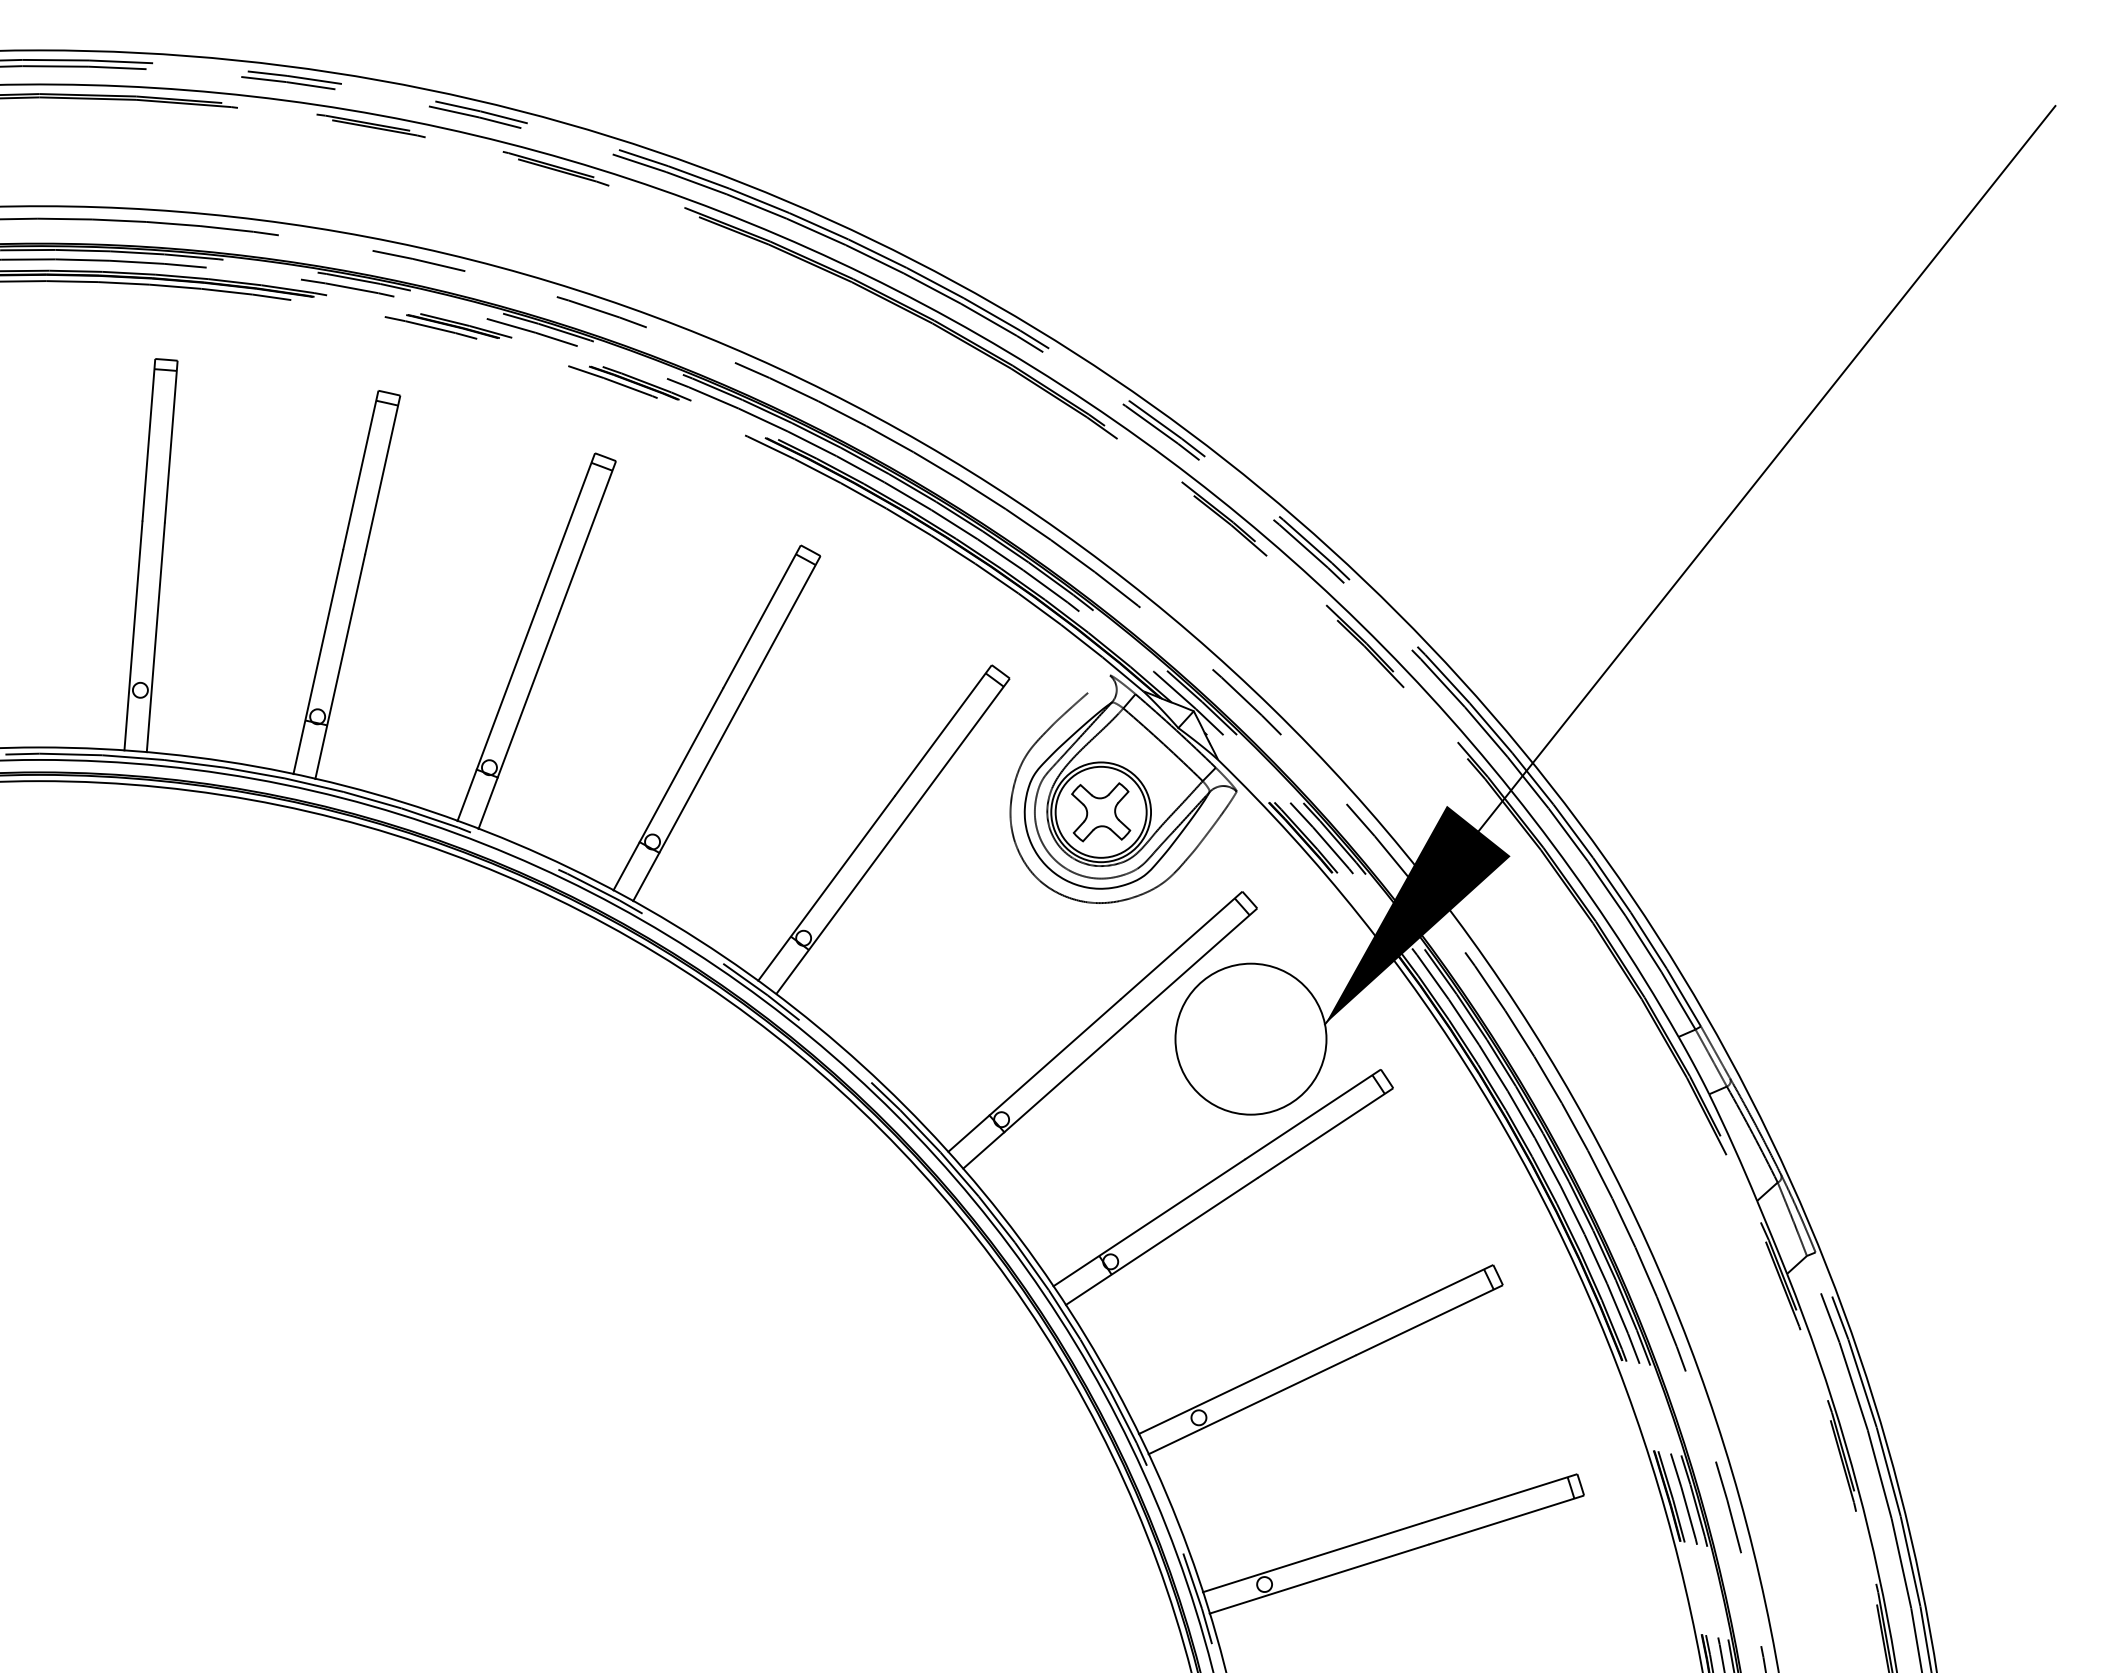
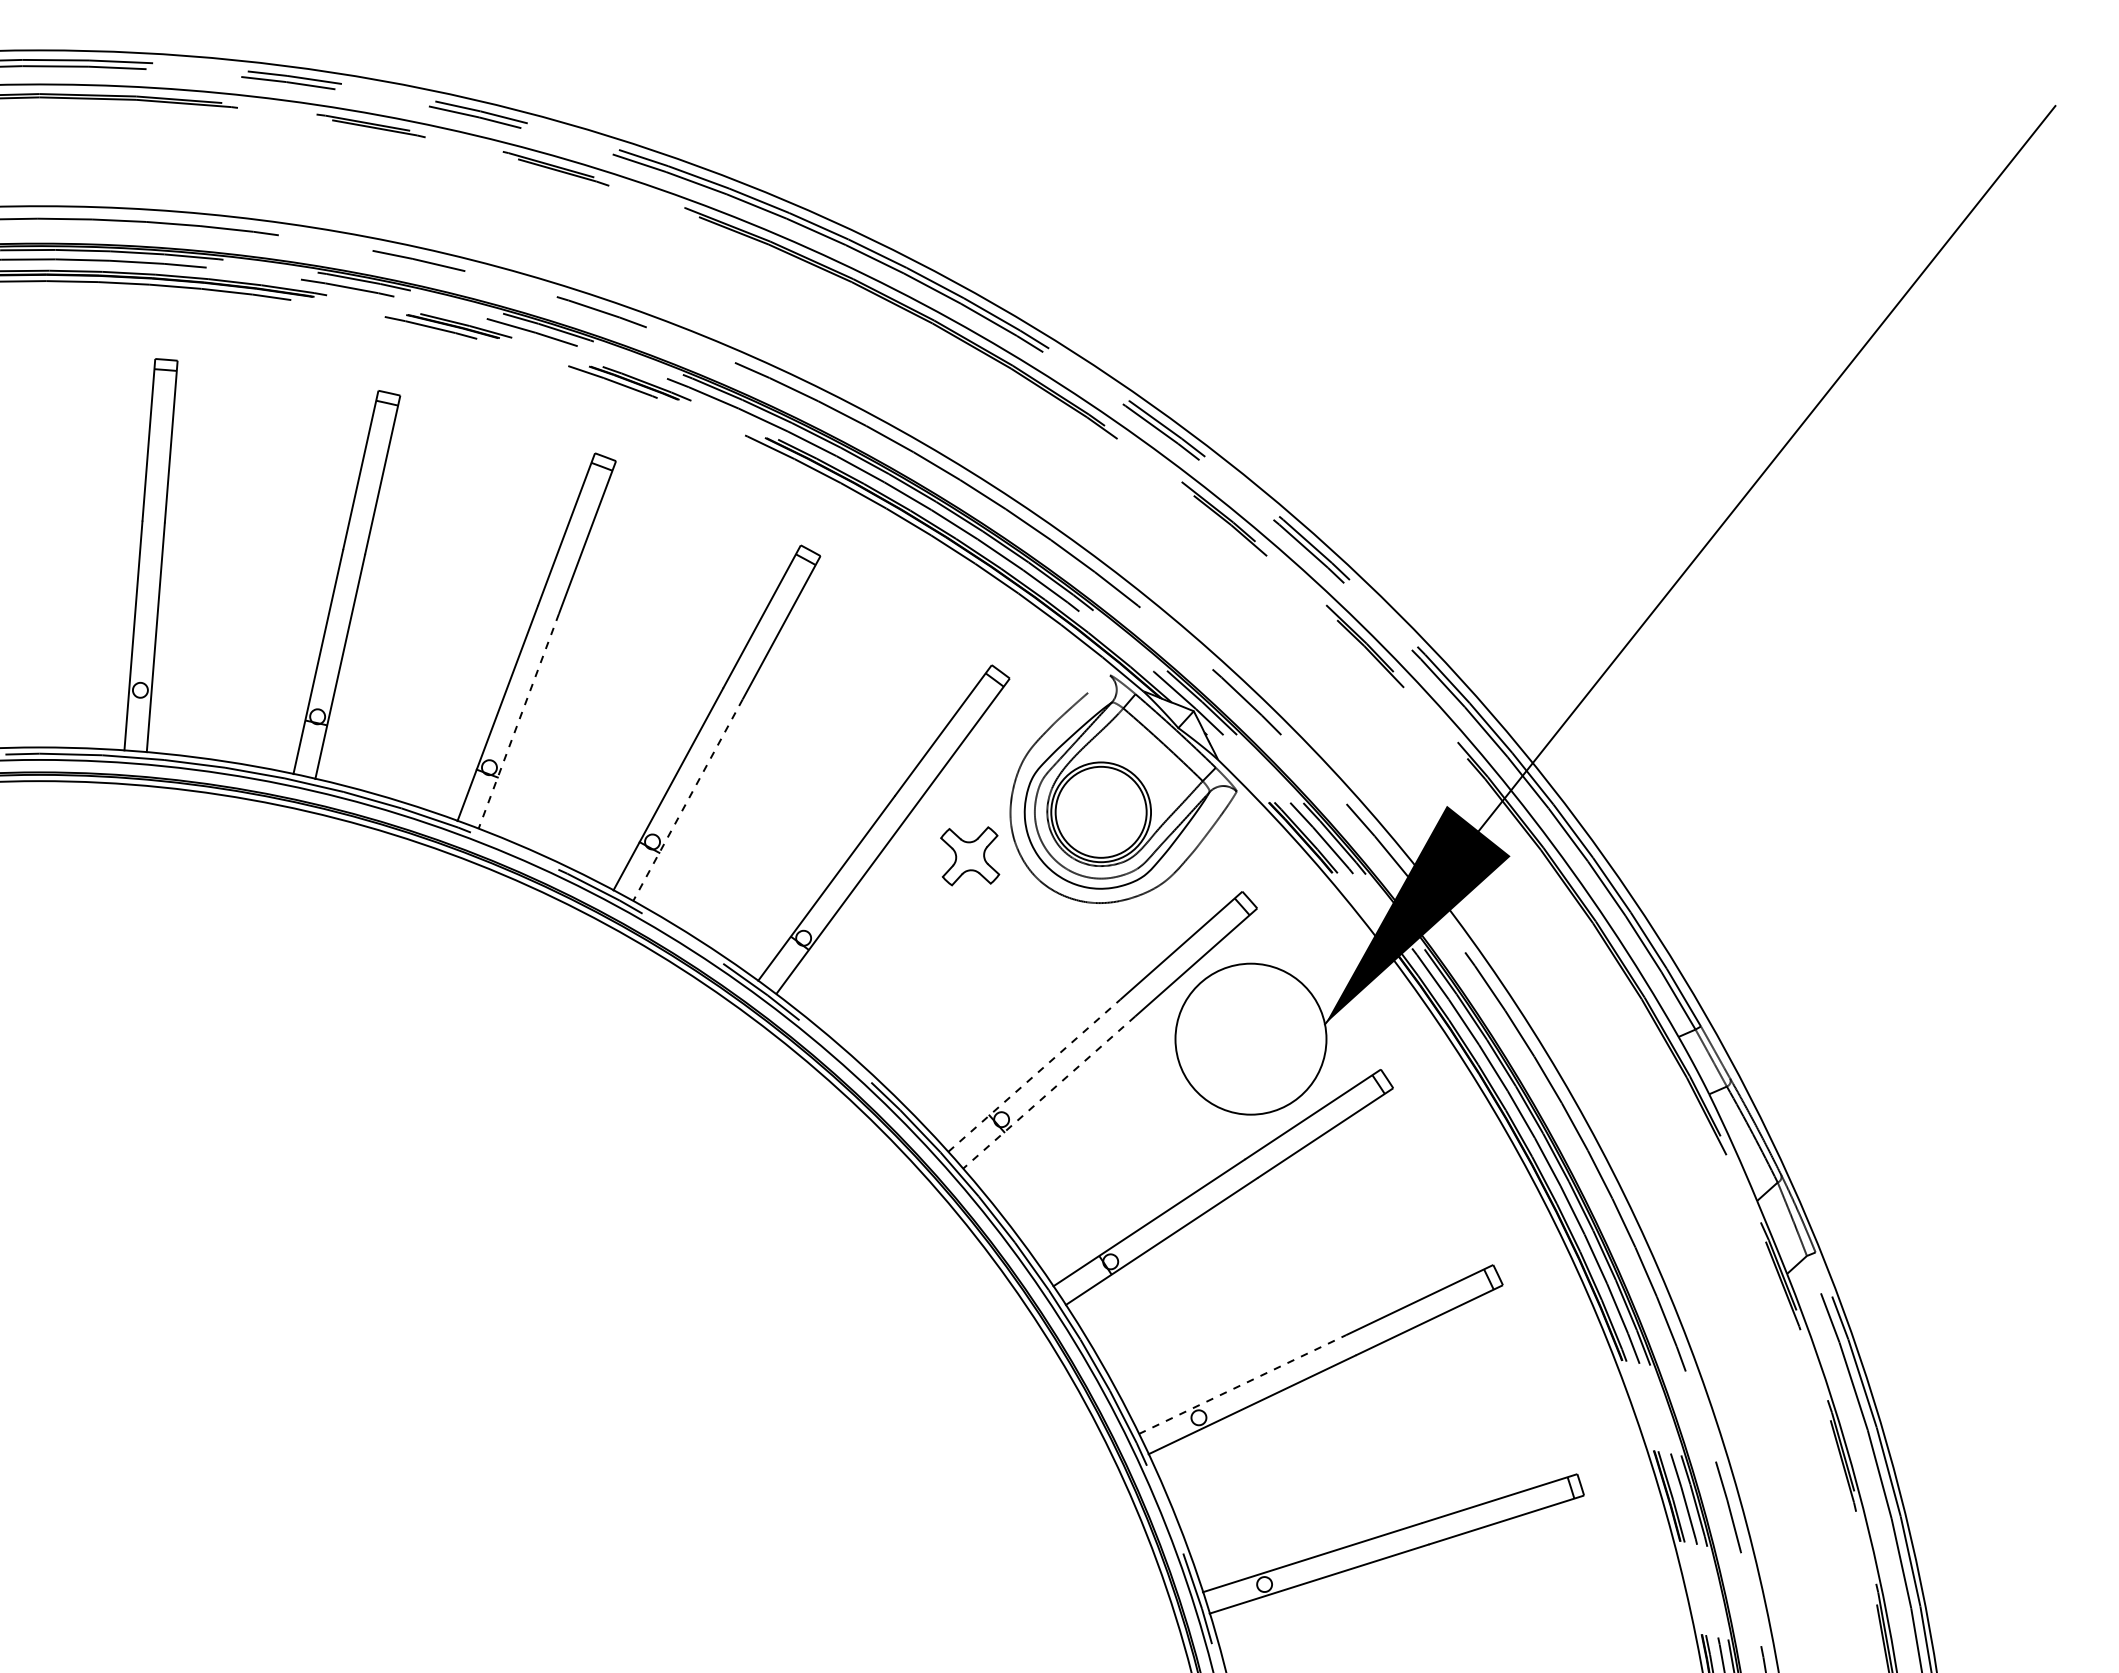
line at (518, 721): solid -> dashed
line at (687, 800): solid -> dashed
part at (1101, 812) position: (1101, 812) -> (970, 856)
line at (1034, 1075): solid -> dashed
line at (1049, 1092): solid -> dashed
line at (1242, 1384): solid -> dashed
